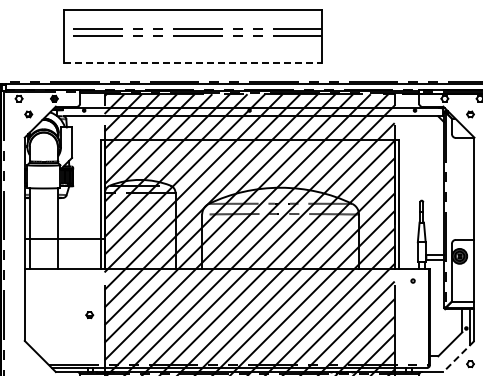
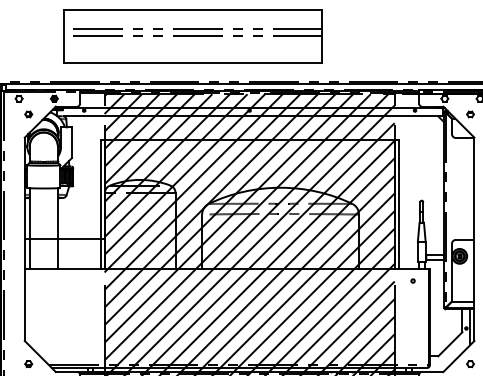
line at (193, 62): dashed -> solid
part at (89, 315) position: (89, 315) -> (28, 364)
line at (458, 356): dashed -> solid
